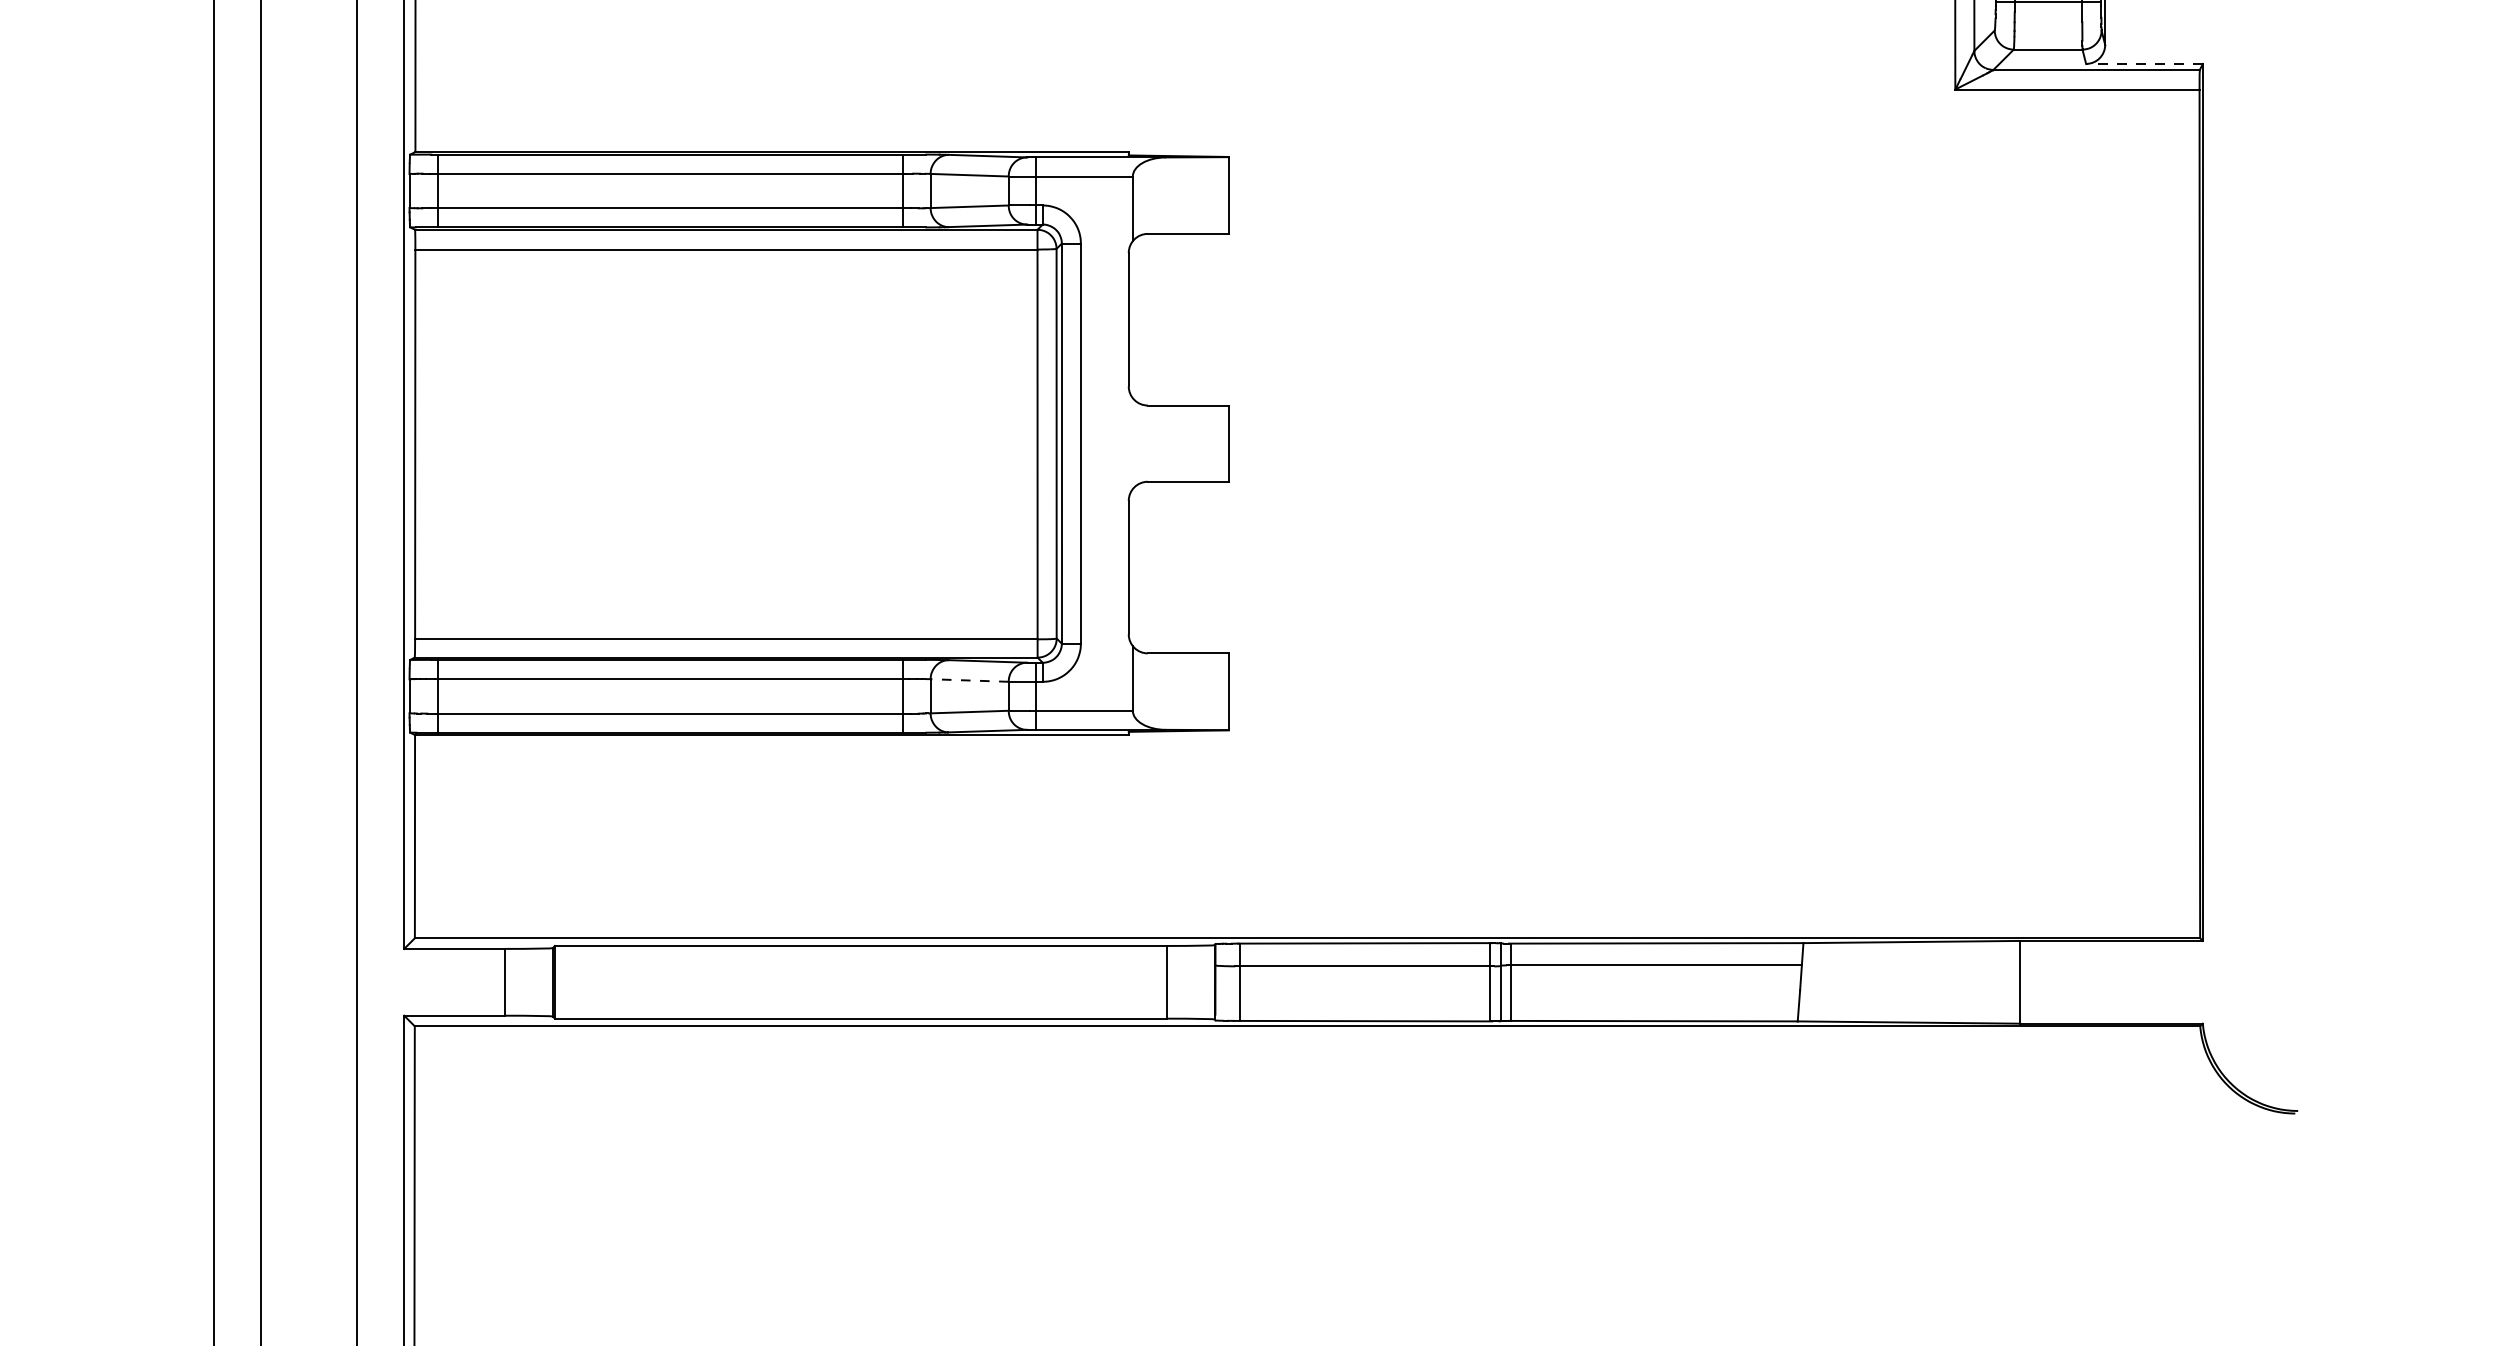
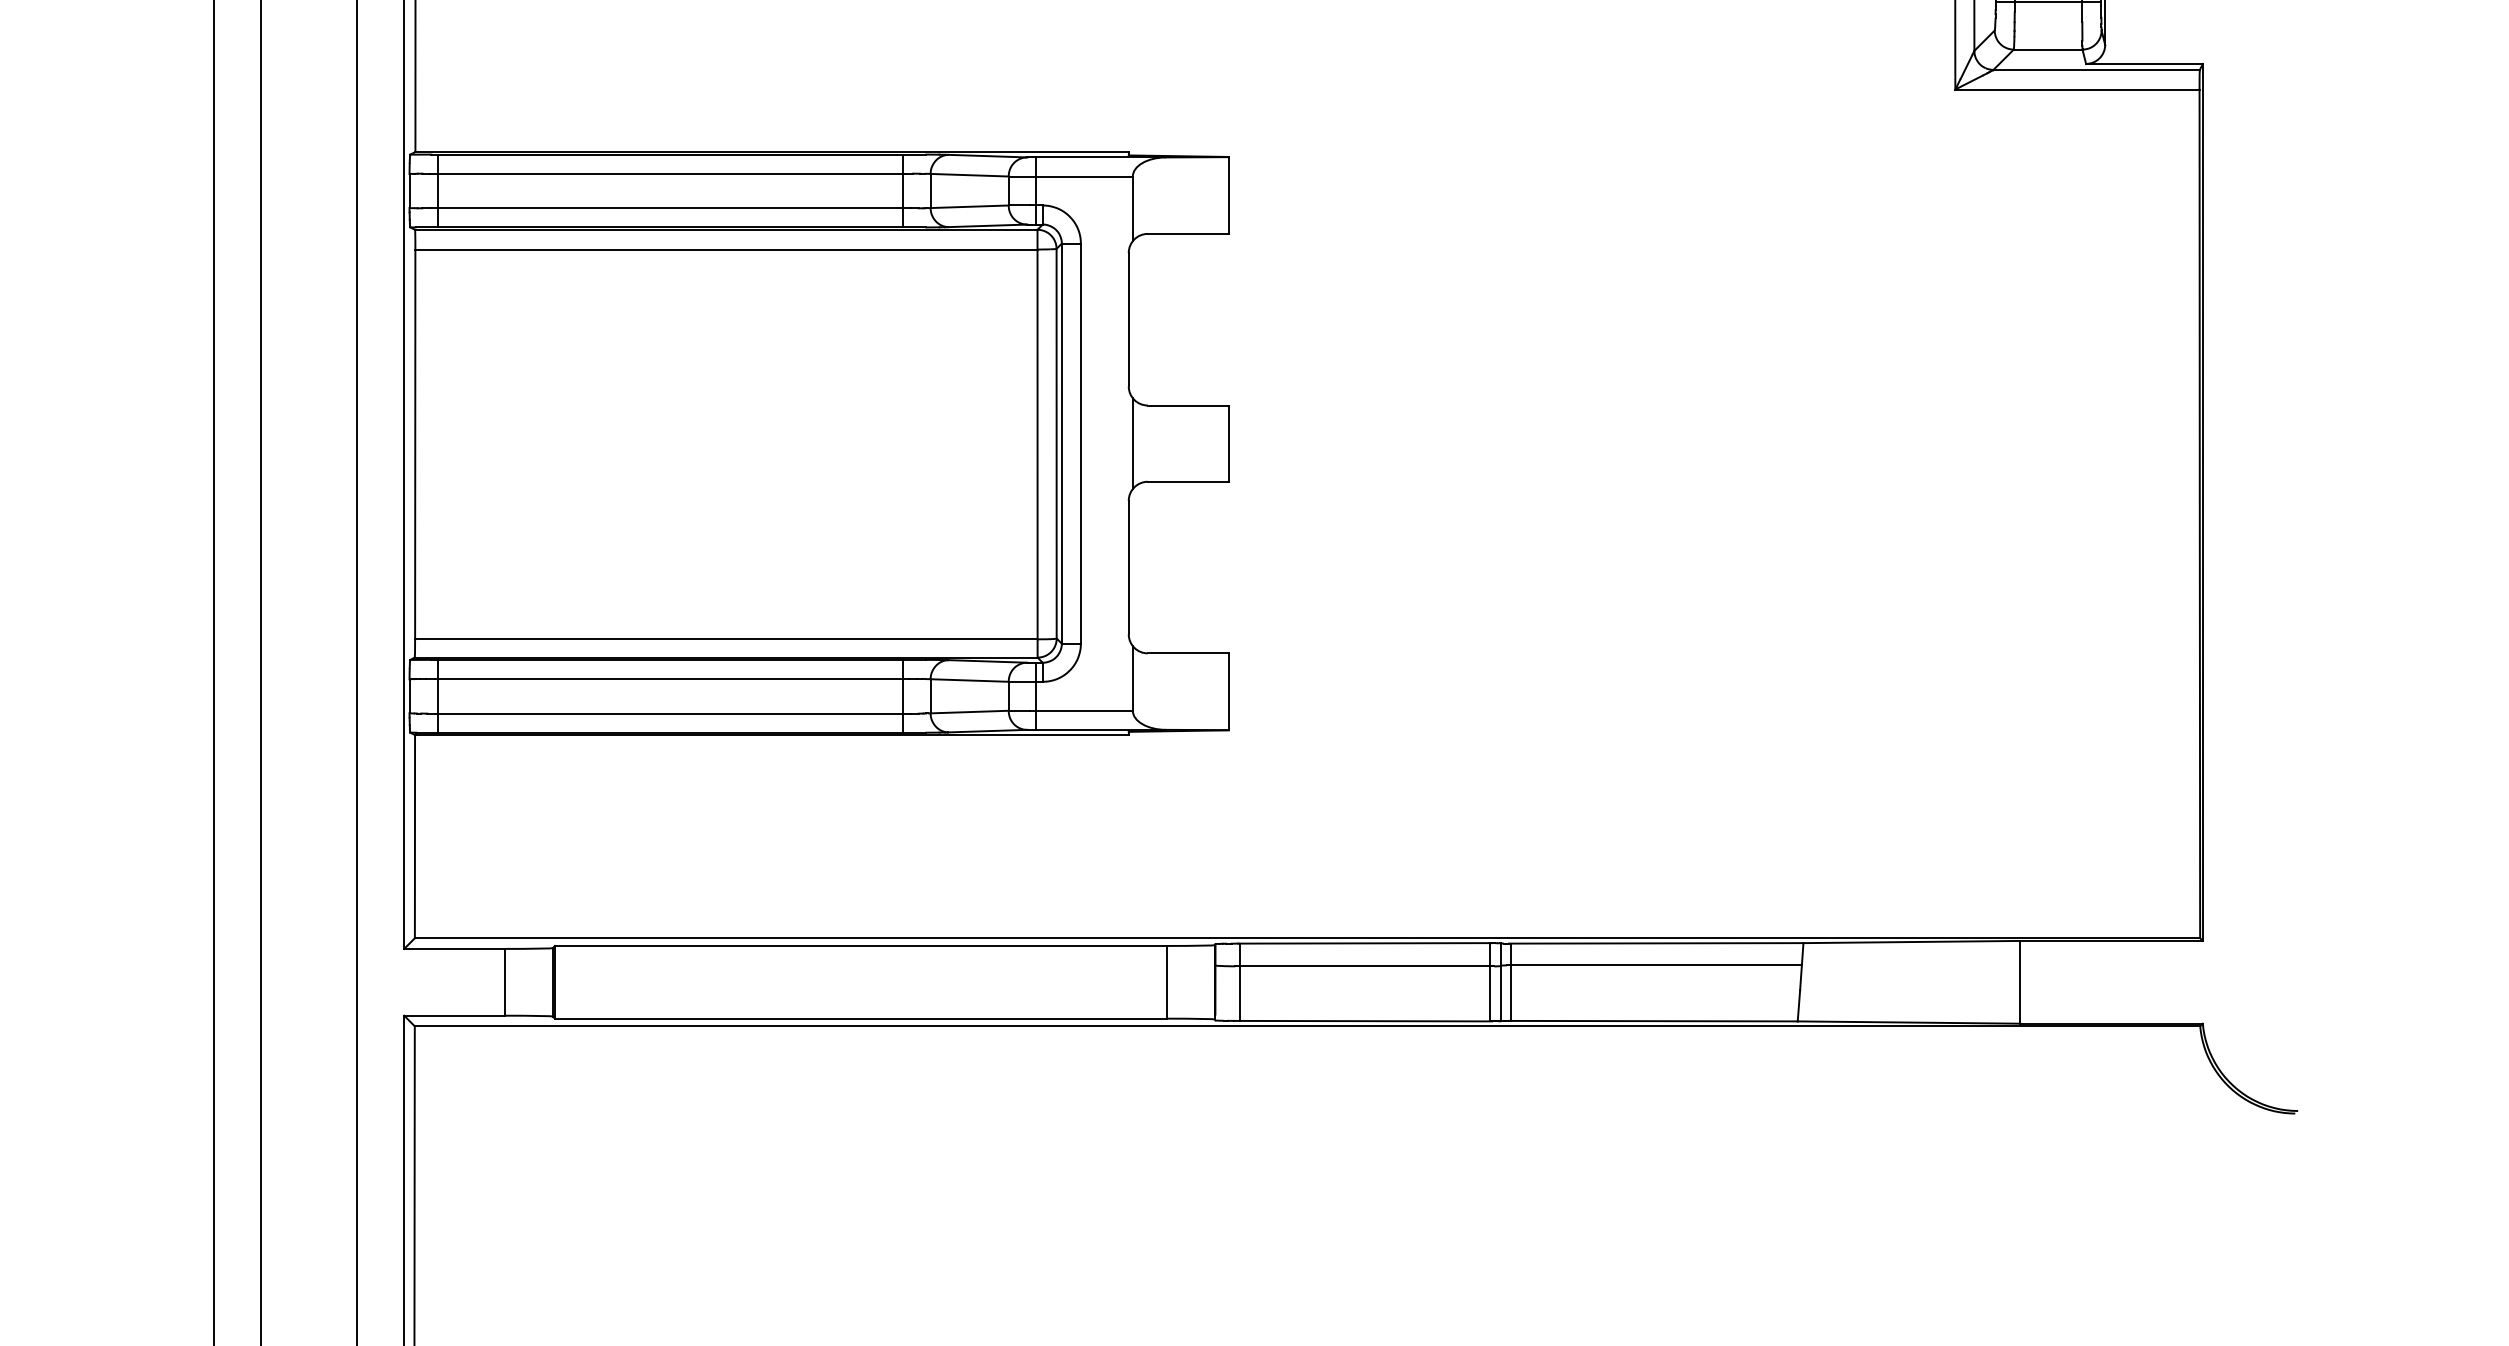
line at (2143, 64): dashed -> solid
line at (1132, 443): none -> present
line at (969, 680): dashed -> solid
